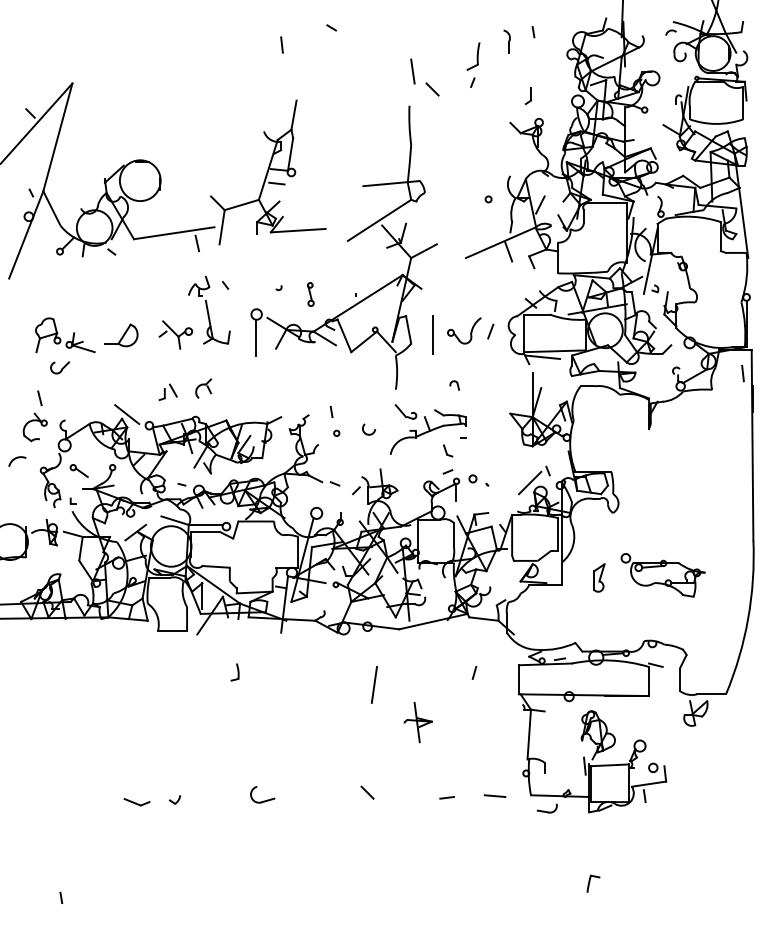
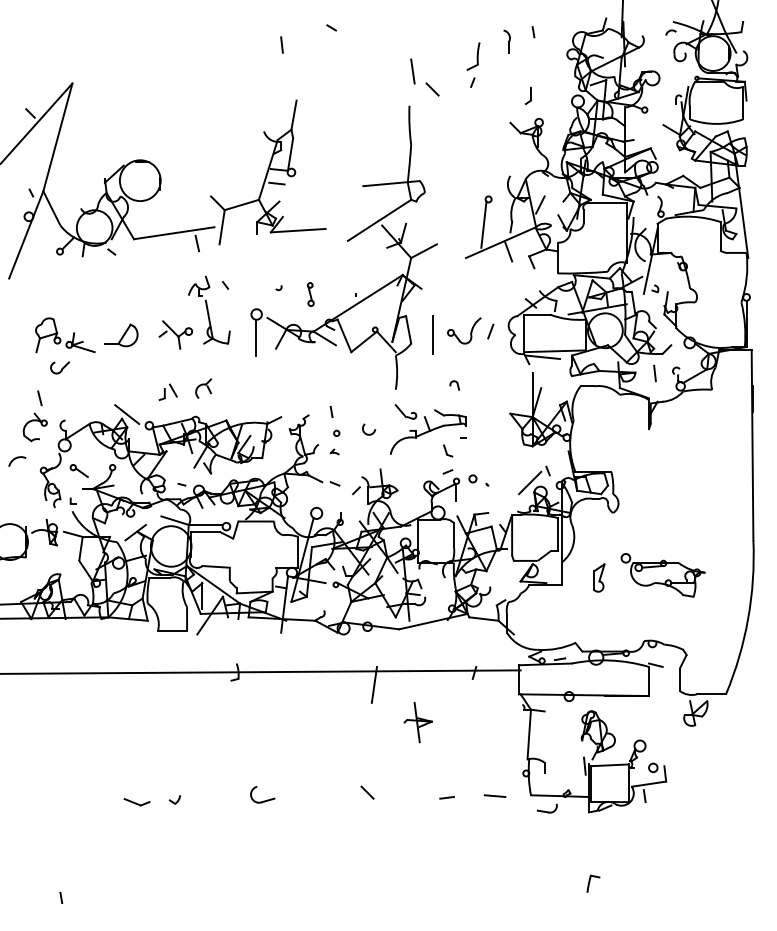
line at (483, 224): none -> present
line at (742, 373) position: (742, 373) -> (654, 373)
part at (334, 451): none -> present
line at (261, 671): none -> present
